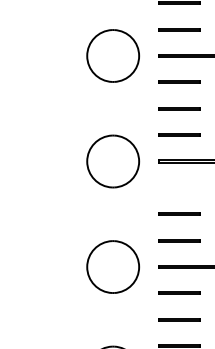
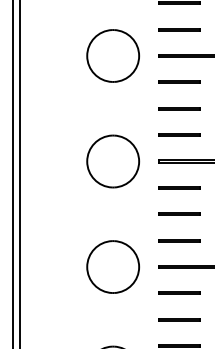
line at (13, 173): none -> present
line at (19, 173): none -> present
line at (179, 187): none -> present
